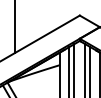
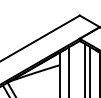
line at (15, 27): present -> none
line at (74, 69): present -> none
